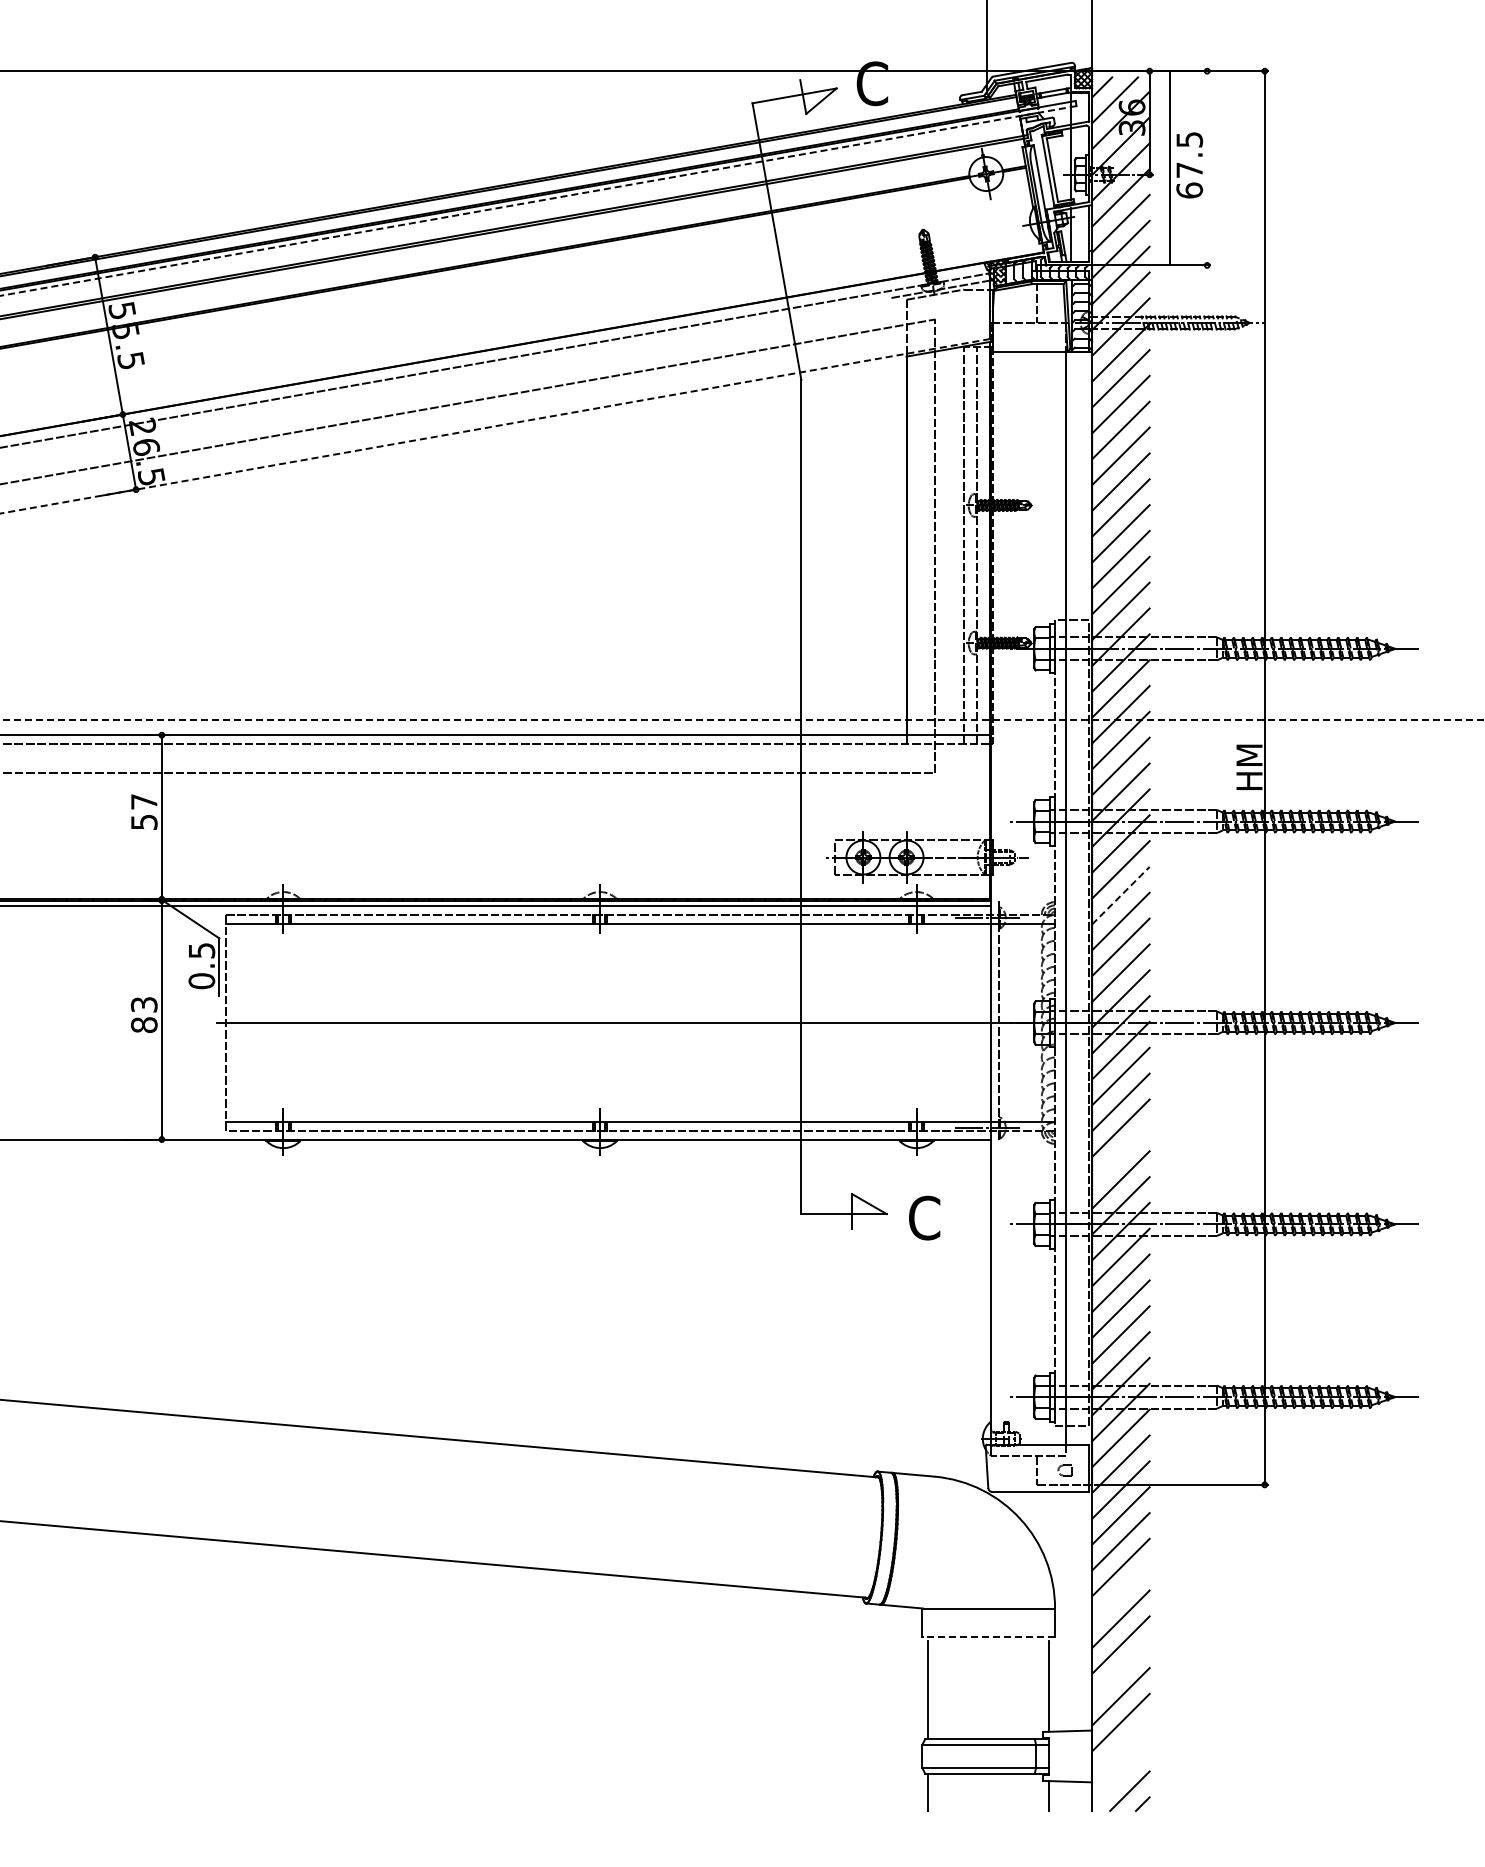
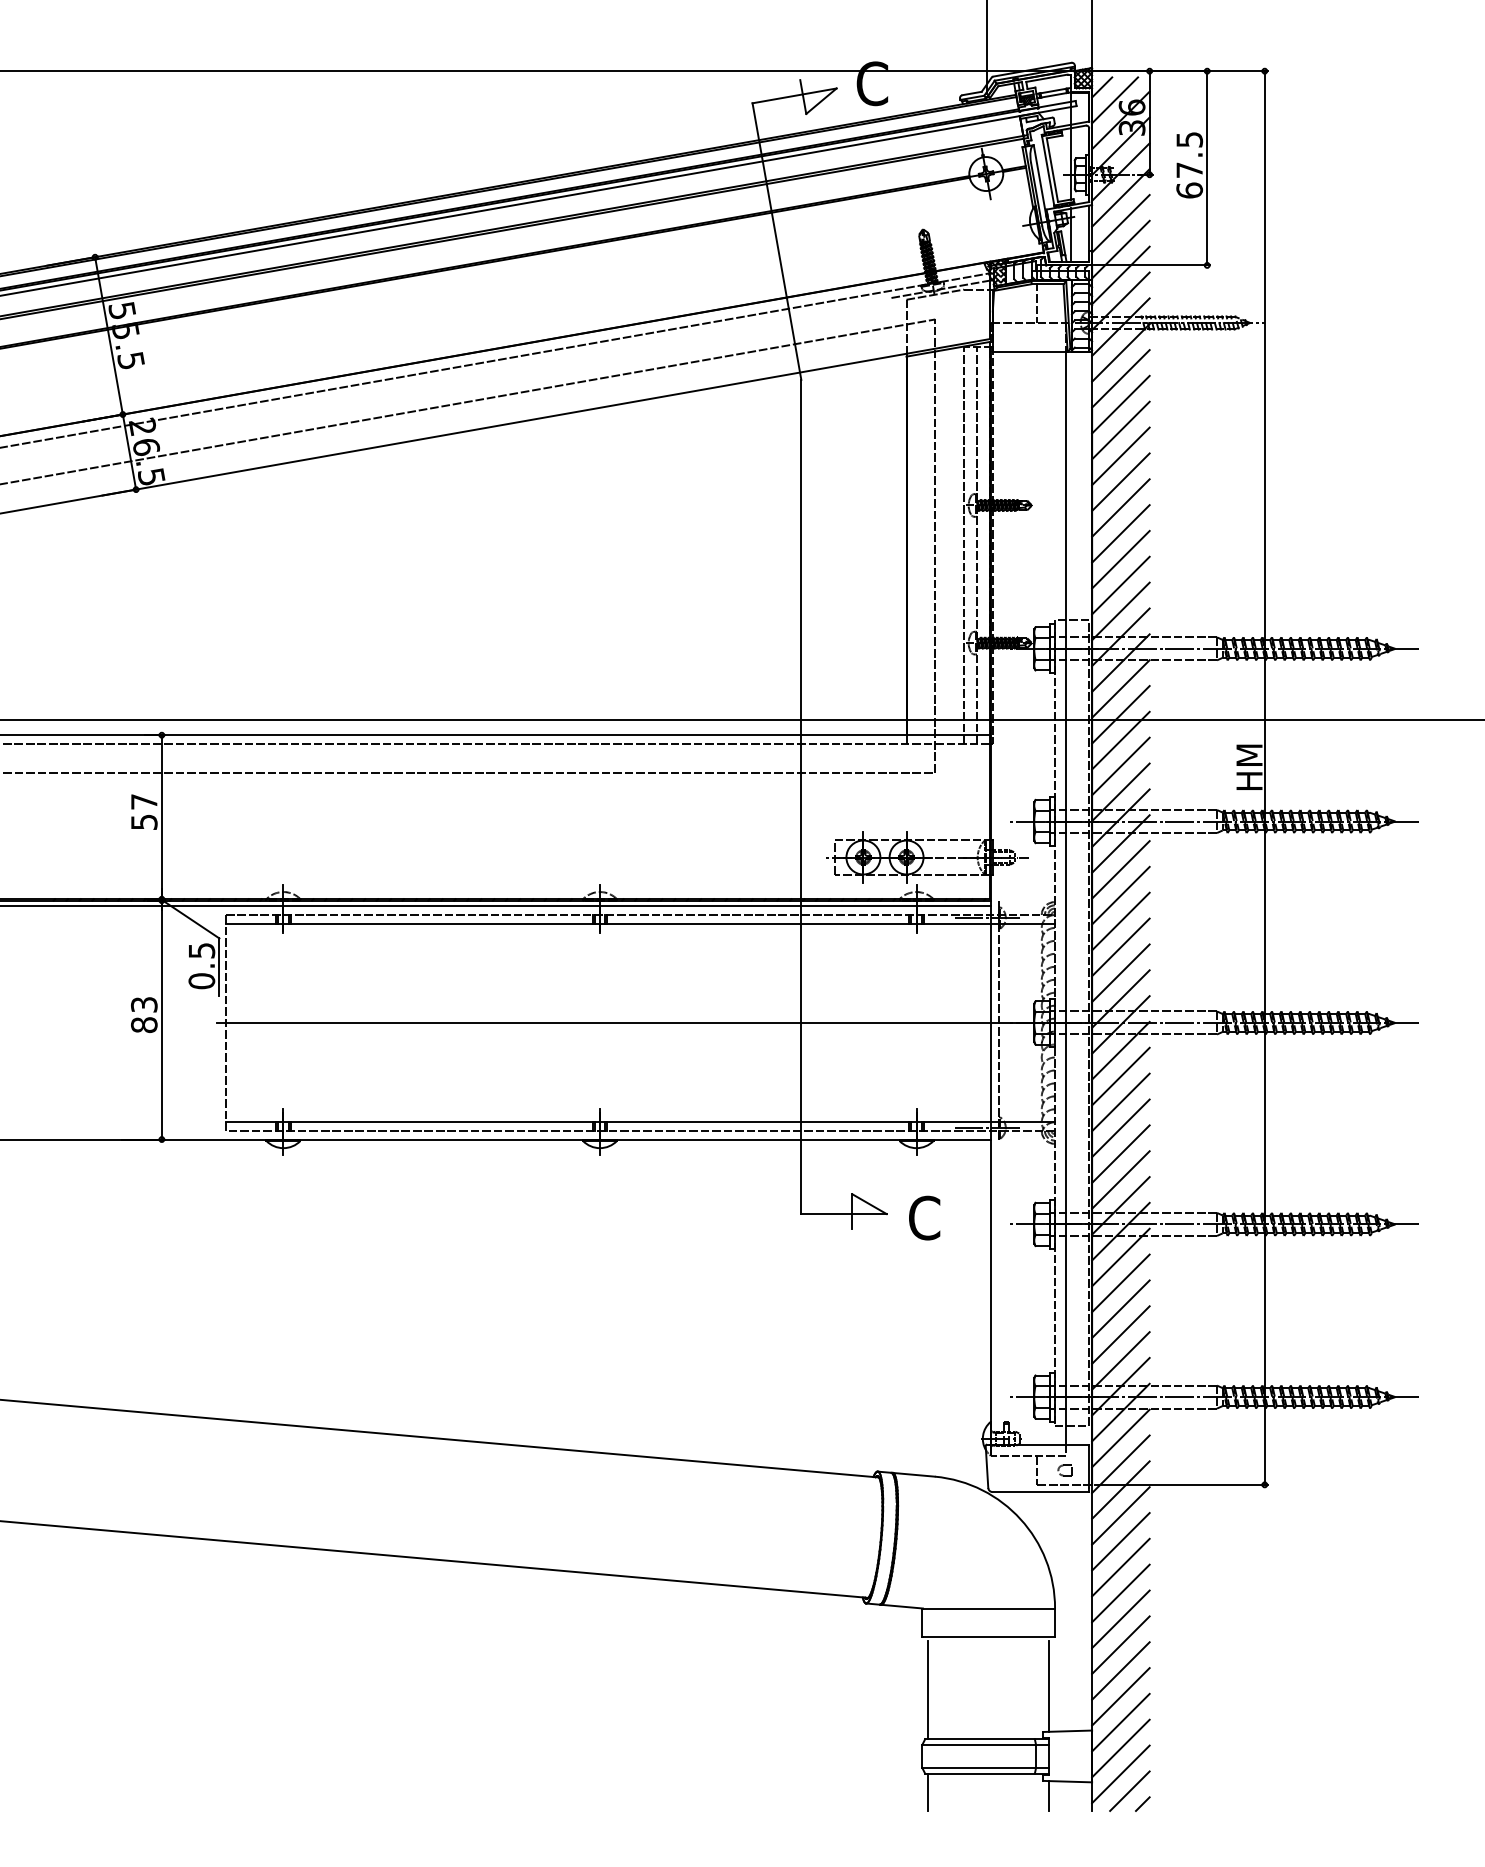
line at (1170, 168) position: (1170, 168) -> (1207, 168)
line at (538, 201): dashed -> solid
line at (494, 426): dashed -> solid
line at (742, 720): dashed -> solid
line at (1120, 895): dashed -> solid
line at (1120, 1153): none -> present
line at (1120, 1593): none -> present
line at (988, 1637): dashed -> solid
line at (1120, 1670): none -> present
line at (1120, 1748): none -> present
line at (1120, 1774): none -> present
